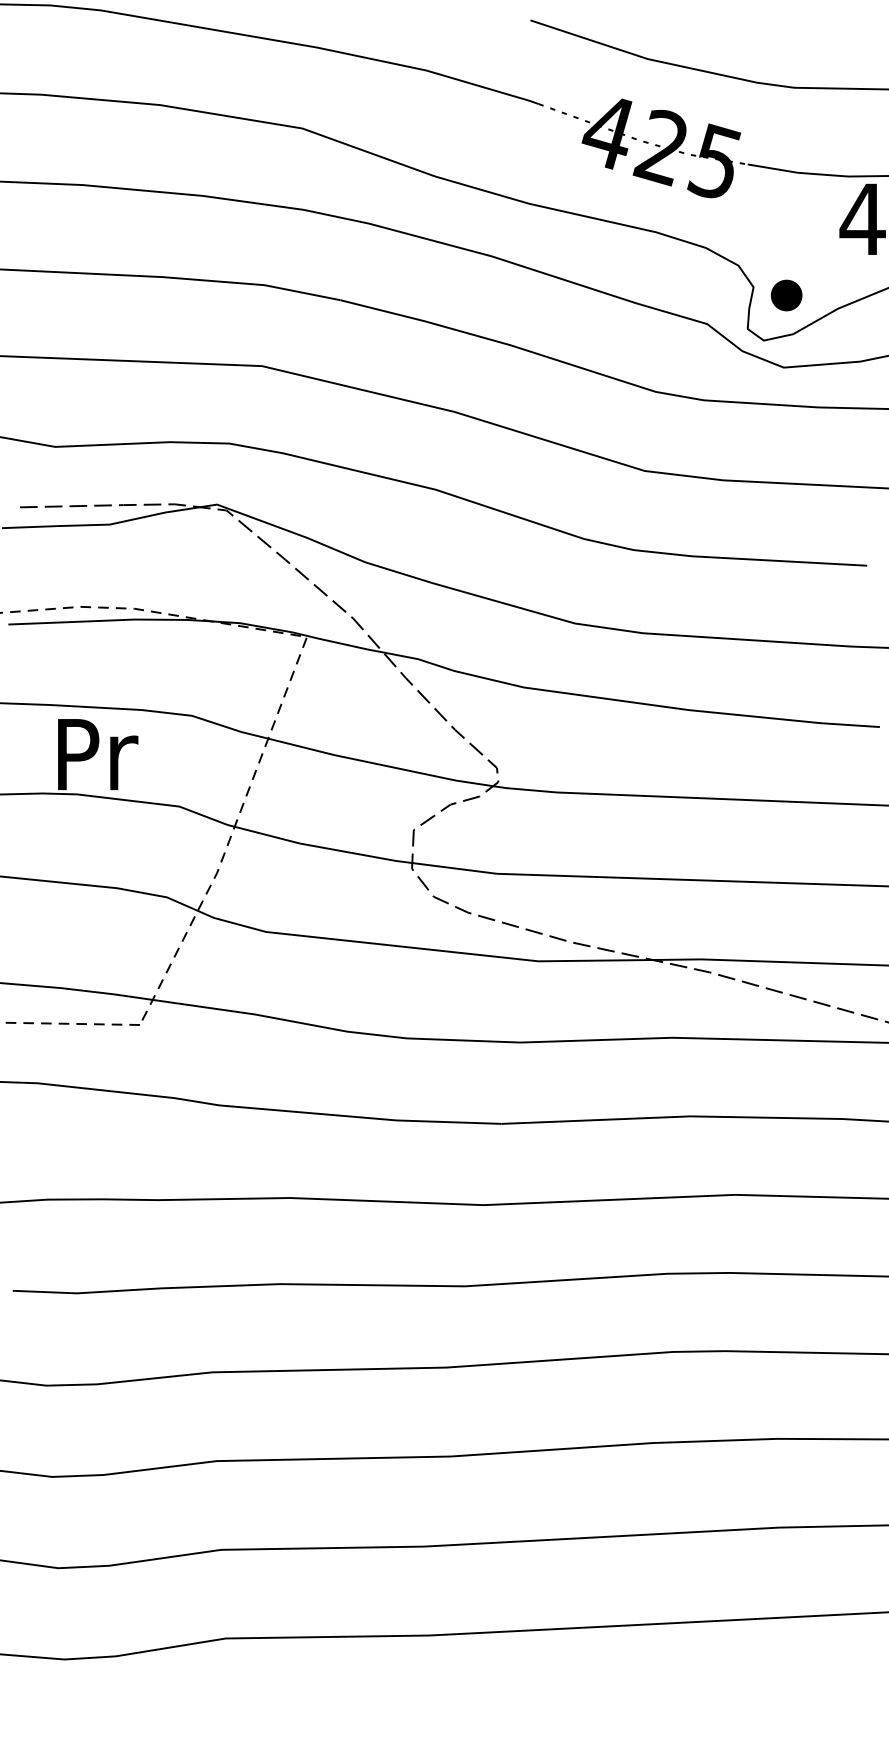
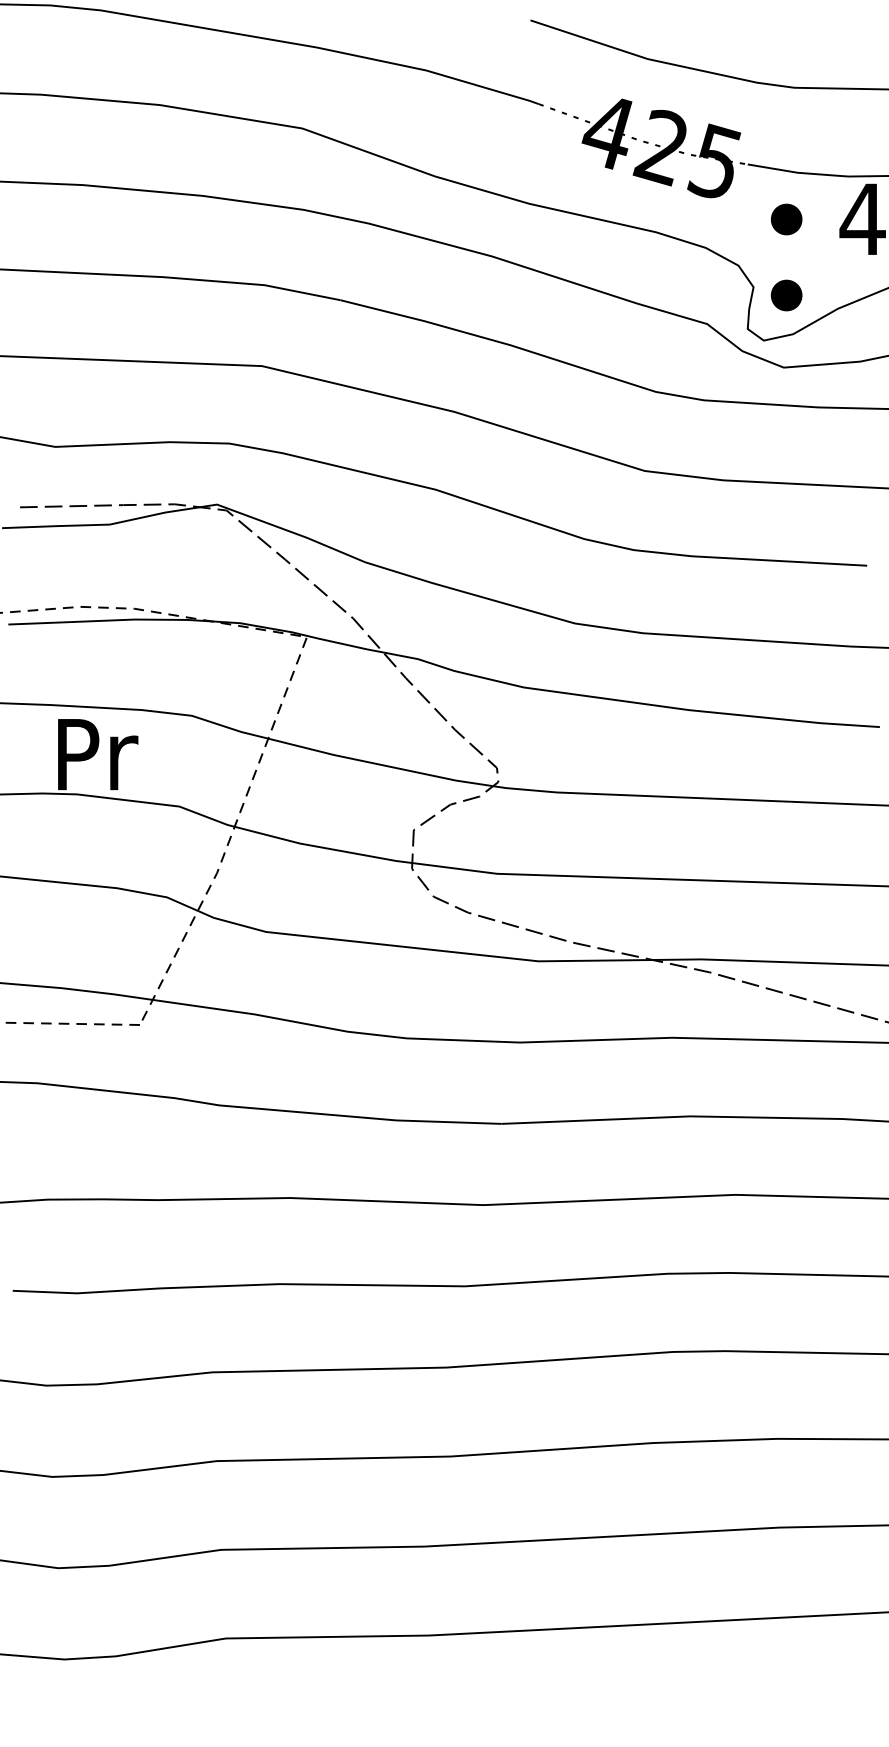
part at (786, 219): none -> present
